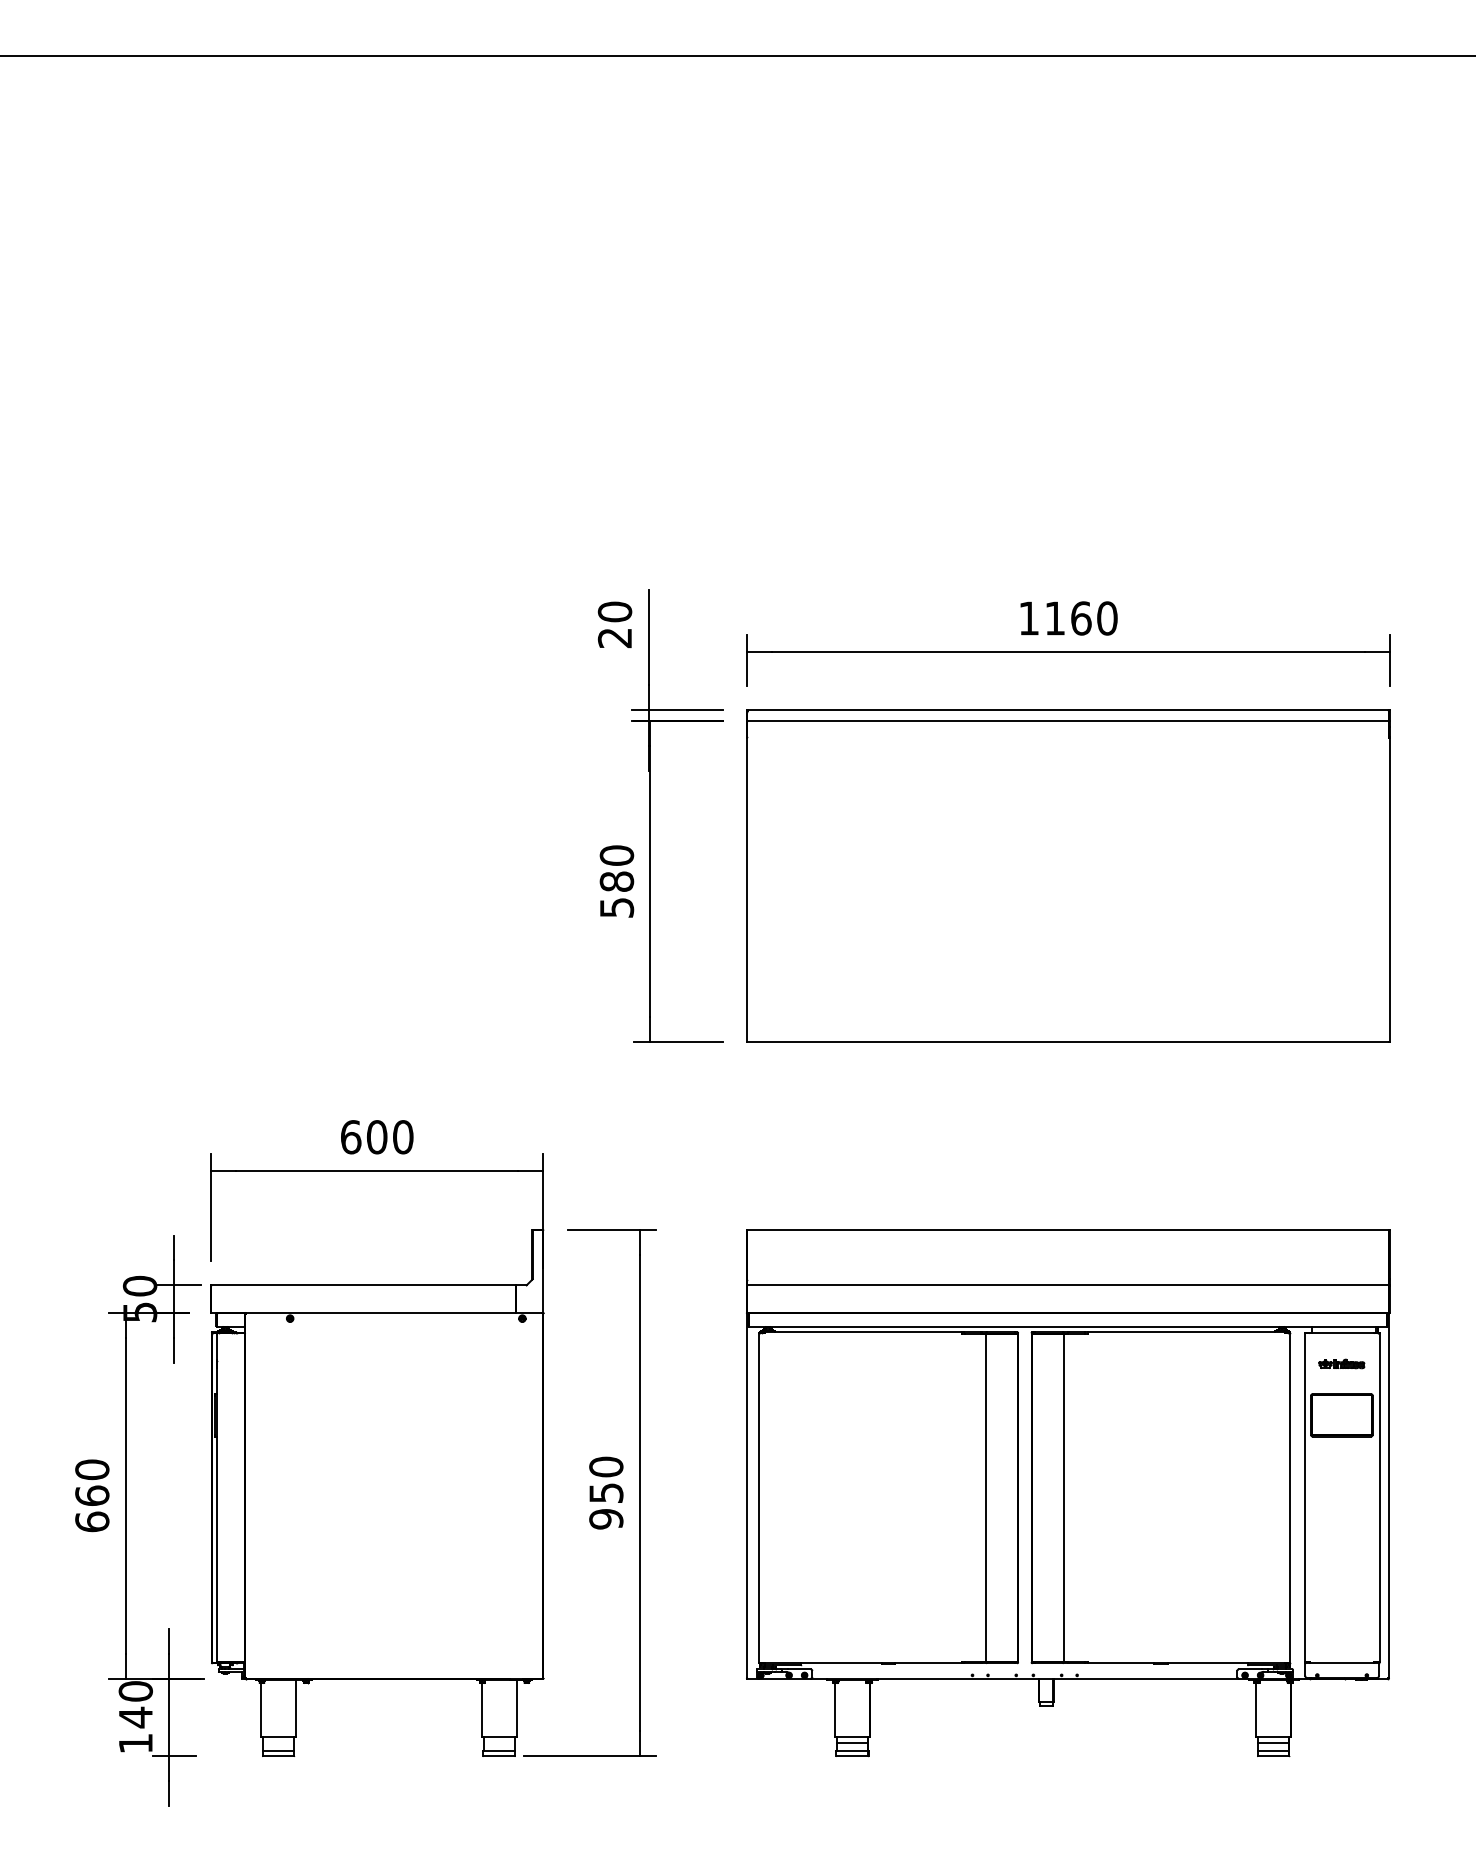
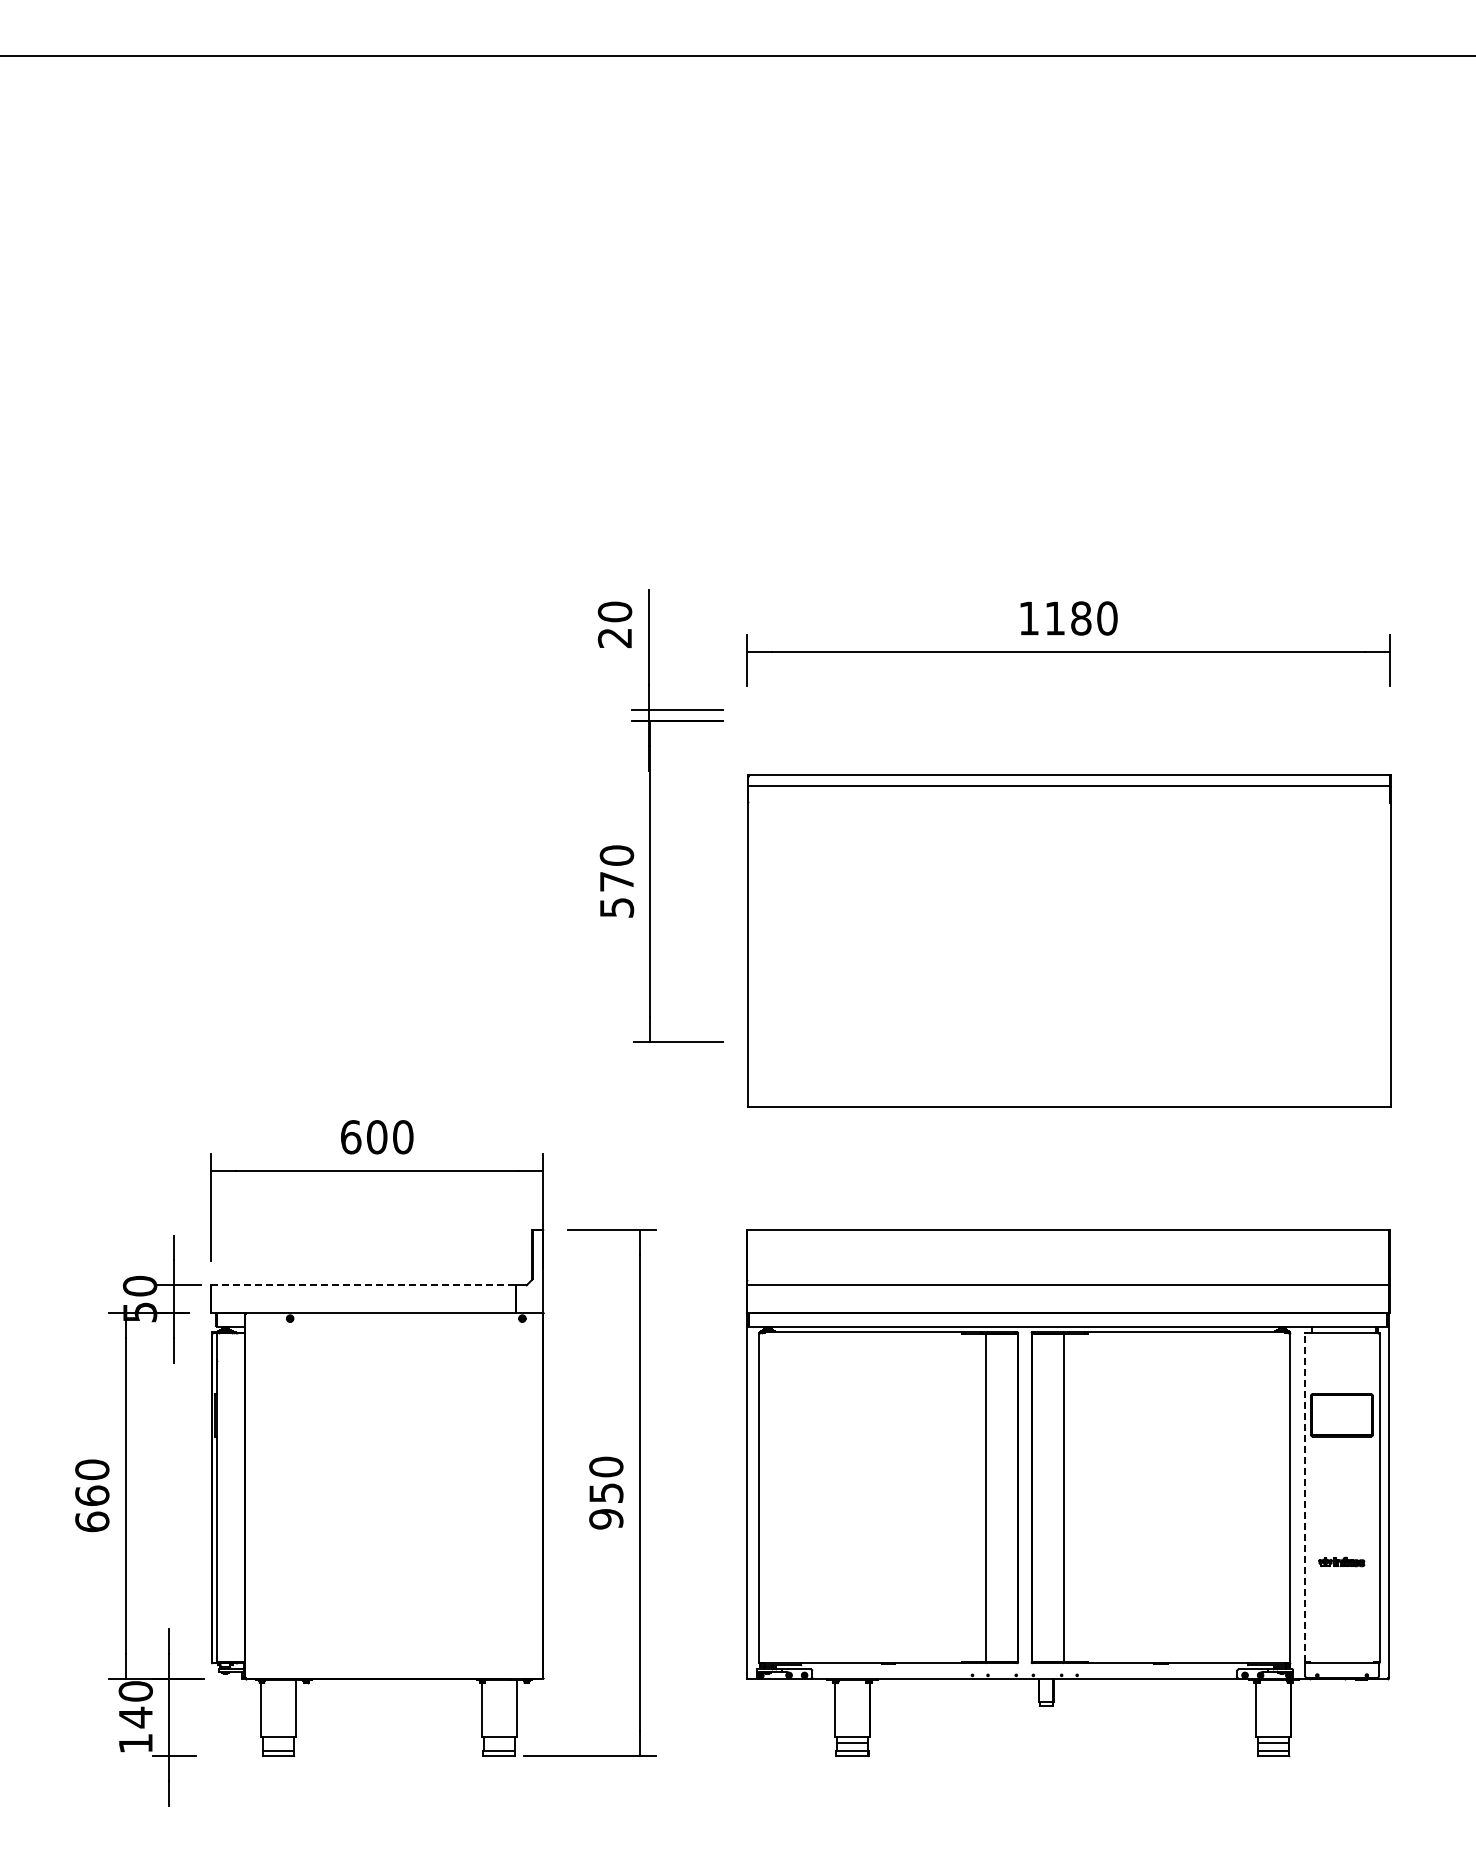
text at (1081, 618): 1160 -> 1180
part at (1068, 875) position: (1068, 875) -> (1069, 940)
text at (616, 881): 580 -> 570
line at (364, 1285): solid -> dashed
part at (1341, 1363) position: (1341, 1363) -> (1341, 1561)
line at (1304, 1497): solid -> dashed
